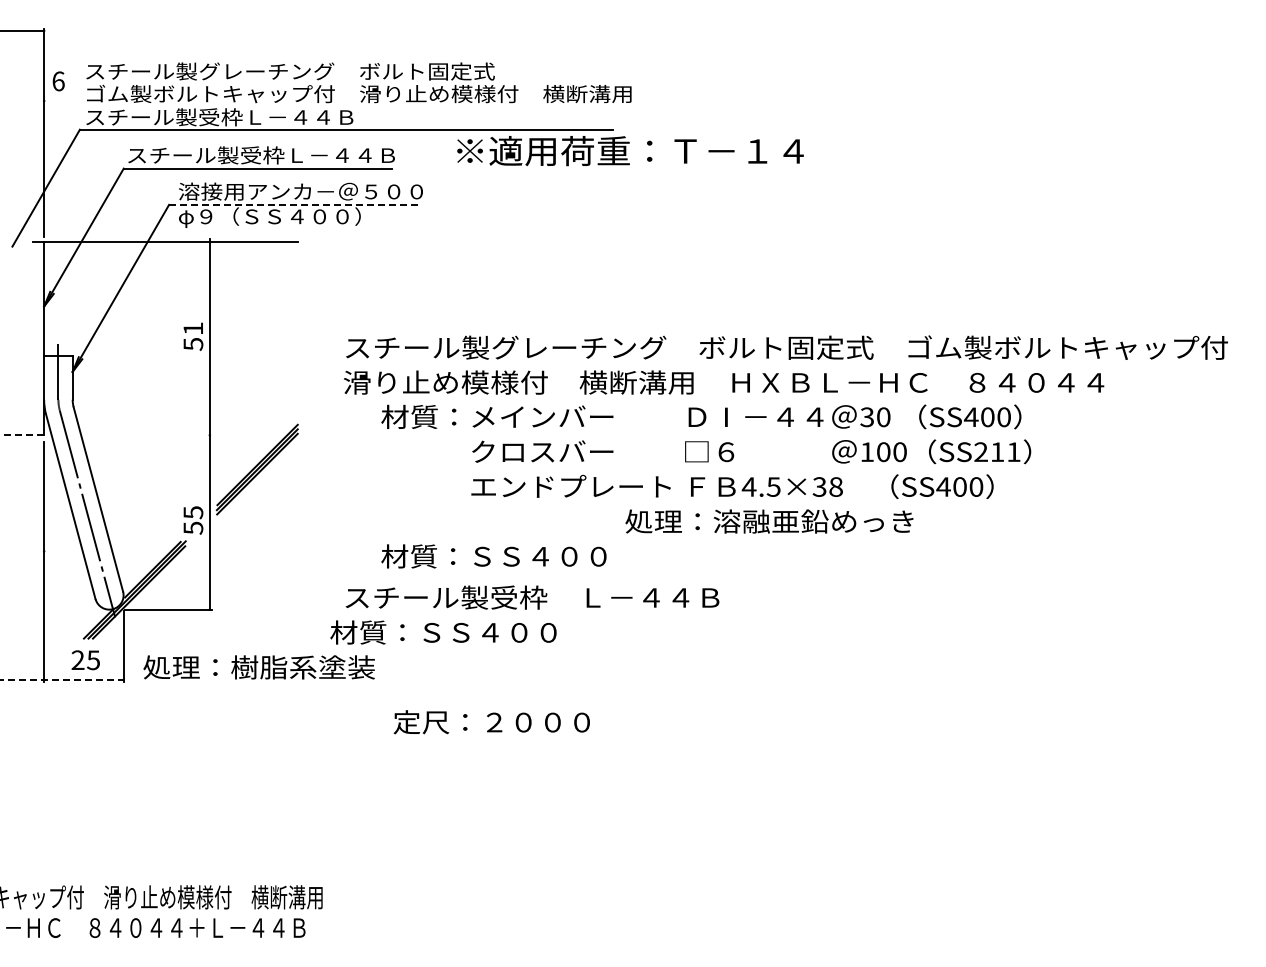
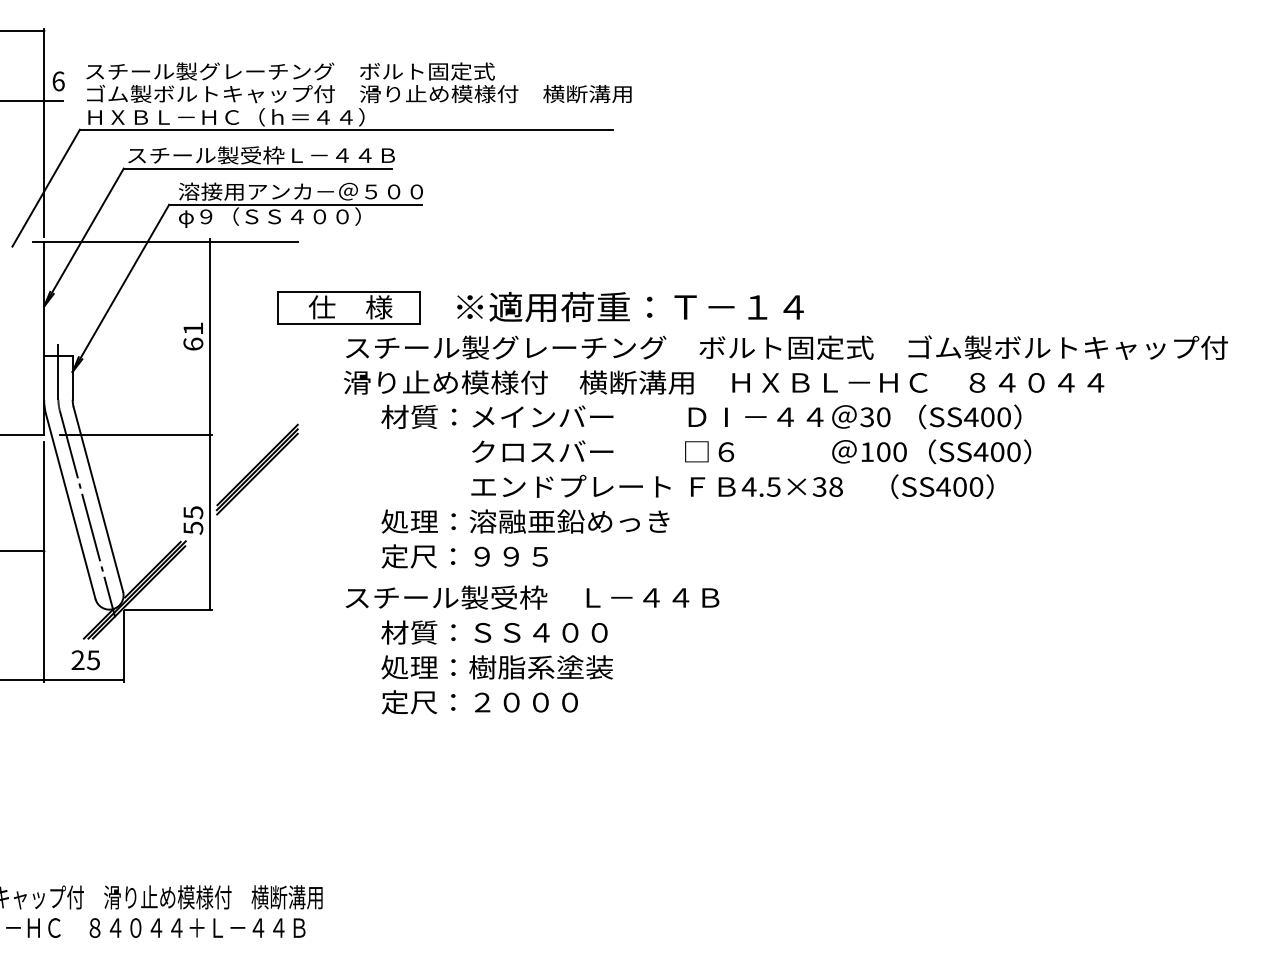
line at (32, 100): none -> present
text at (225, 117): スチール製受枠Ｌ－４４Ｂ -> ＨＸＢＬ－ＨＣ（ｈ＝４４）
text at (630, 151) position: (630, 151) -> (630, 307)
line at (295, 204): dashed -> solid
part at (348, 307): none -> present
text at (193, 343): 51 -> 61
line at (22, 435): dashed -> solid
line at (135, 435): none -> present
text at (996, 452): SS211 -> SS400
text at (769, 521) position: (769, 521) -> (525, 521)
line at (23, 551): none -> present
text at (493, 556): 材質：ＳＳ４００ -> 定尺：９９５
text at (443, 632) position: (443, 632) -> (494, 632)
text at (258, 667) position: (258, 667) -> (496, 667)
line at (62, 679): dashed -> solid
text at (491, 722) position: (491, 722) -> (479, 702)
